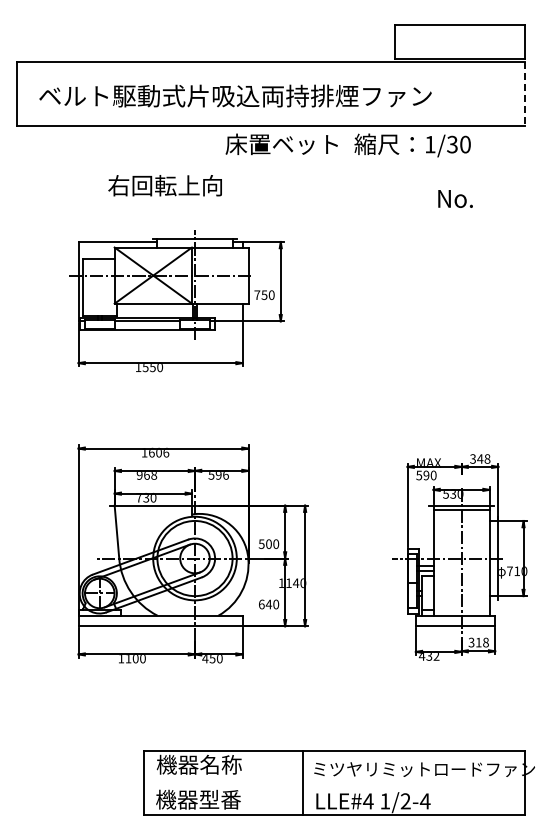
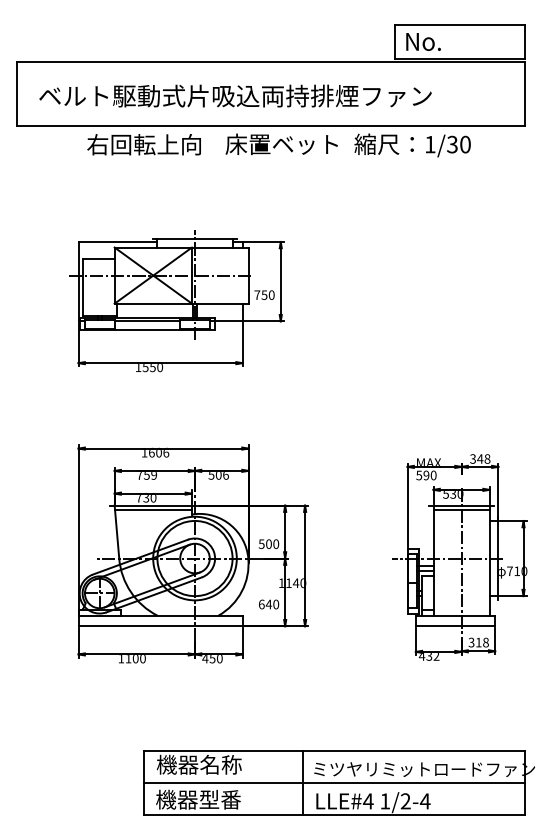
line at (524, 94): dashed -> solid
text at (164, 185) position: (164, 185) -> (143, 144)
text at (455, 198) position: (455, 198) -> (423, 41)
text at (146, 475): 968 -> 759
text at (218, 475): 596 -> 506
line at (153, 509): none -> present
line at (333, 783): none -> present
